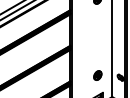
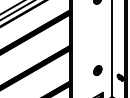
part at (97, 75) position: (97, 75) -> (97, 70)
